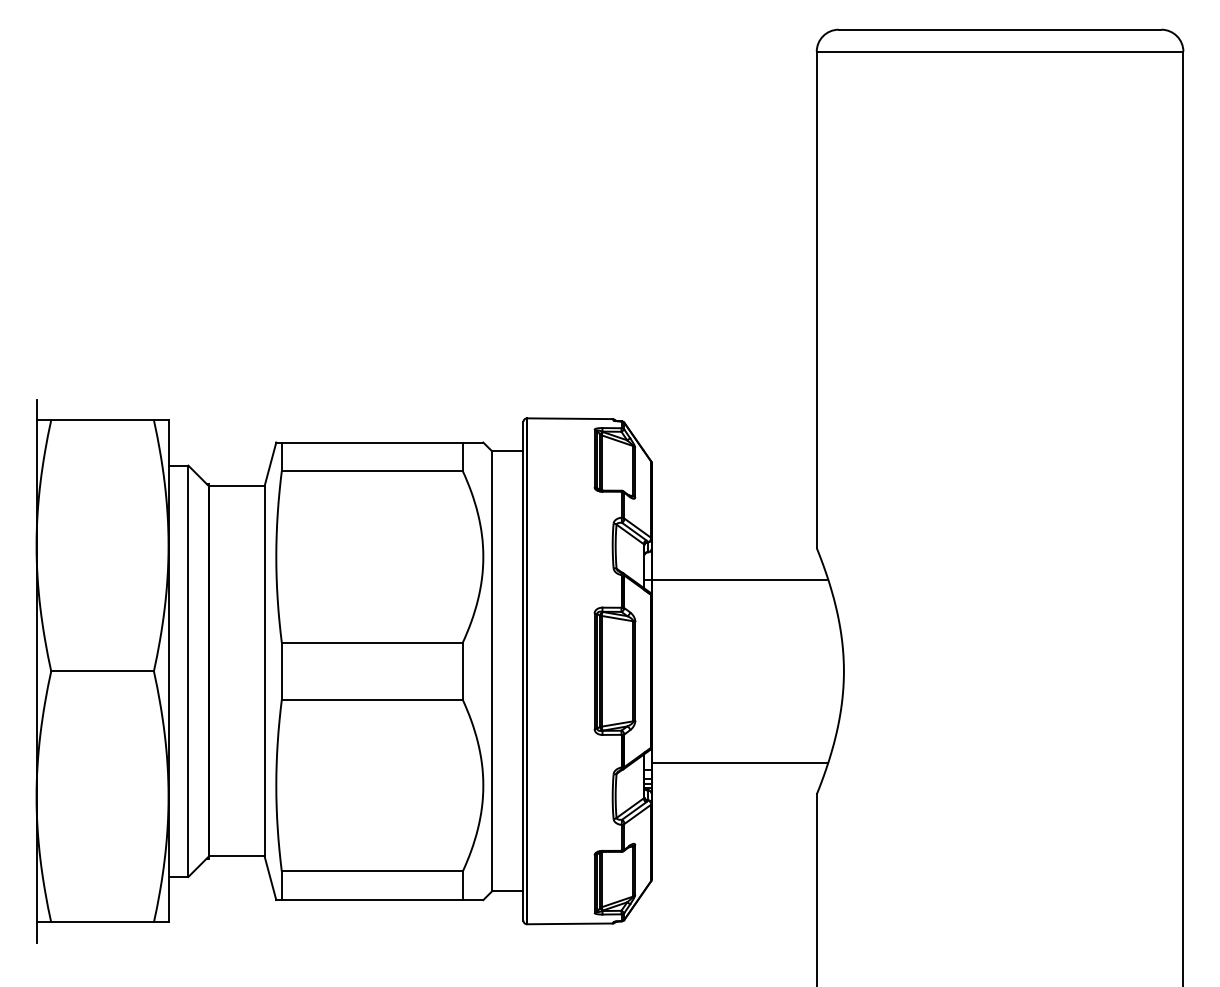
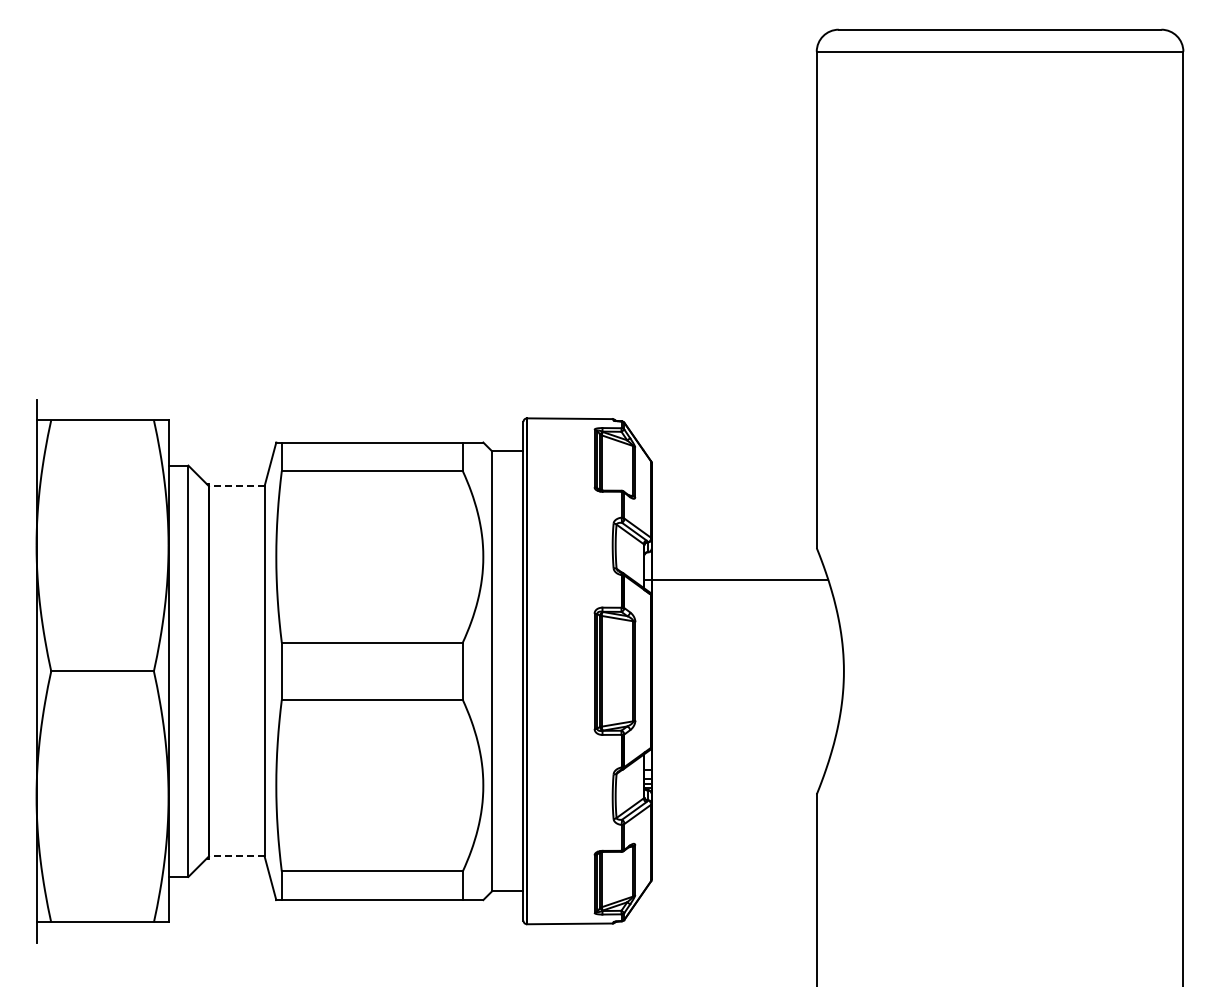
line at (236, 486): solid -> dashed
line at (739, 762): present -> none
line at (236, 856): solid -> dashed
